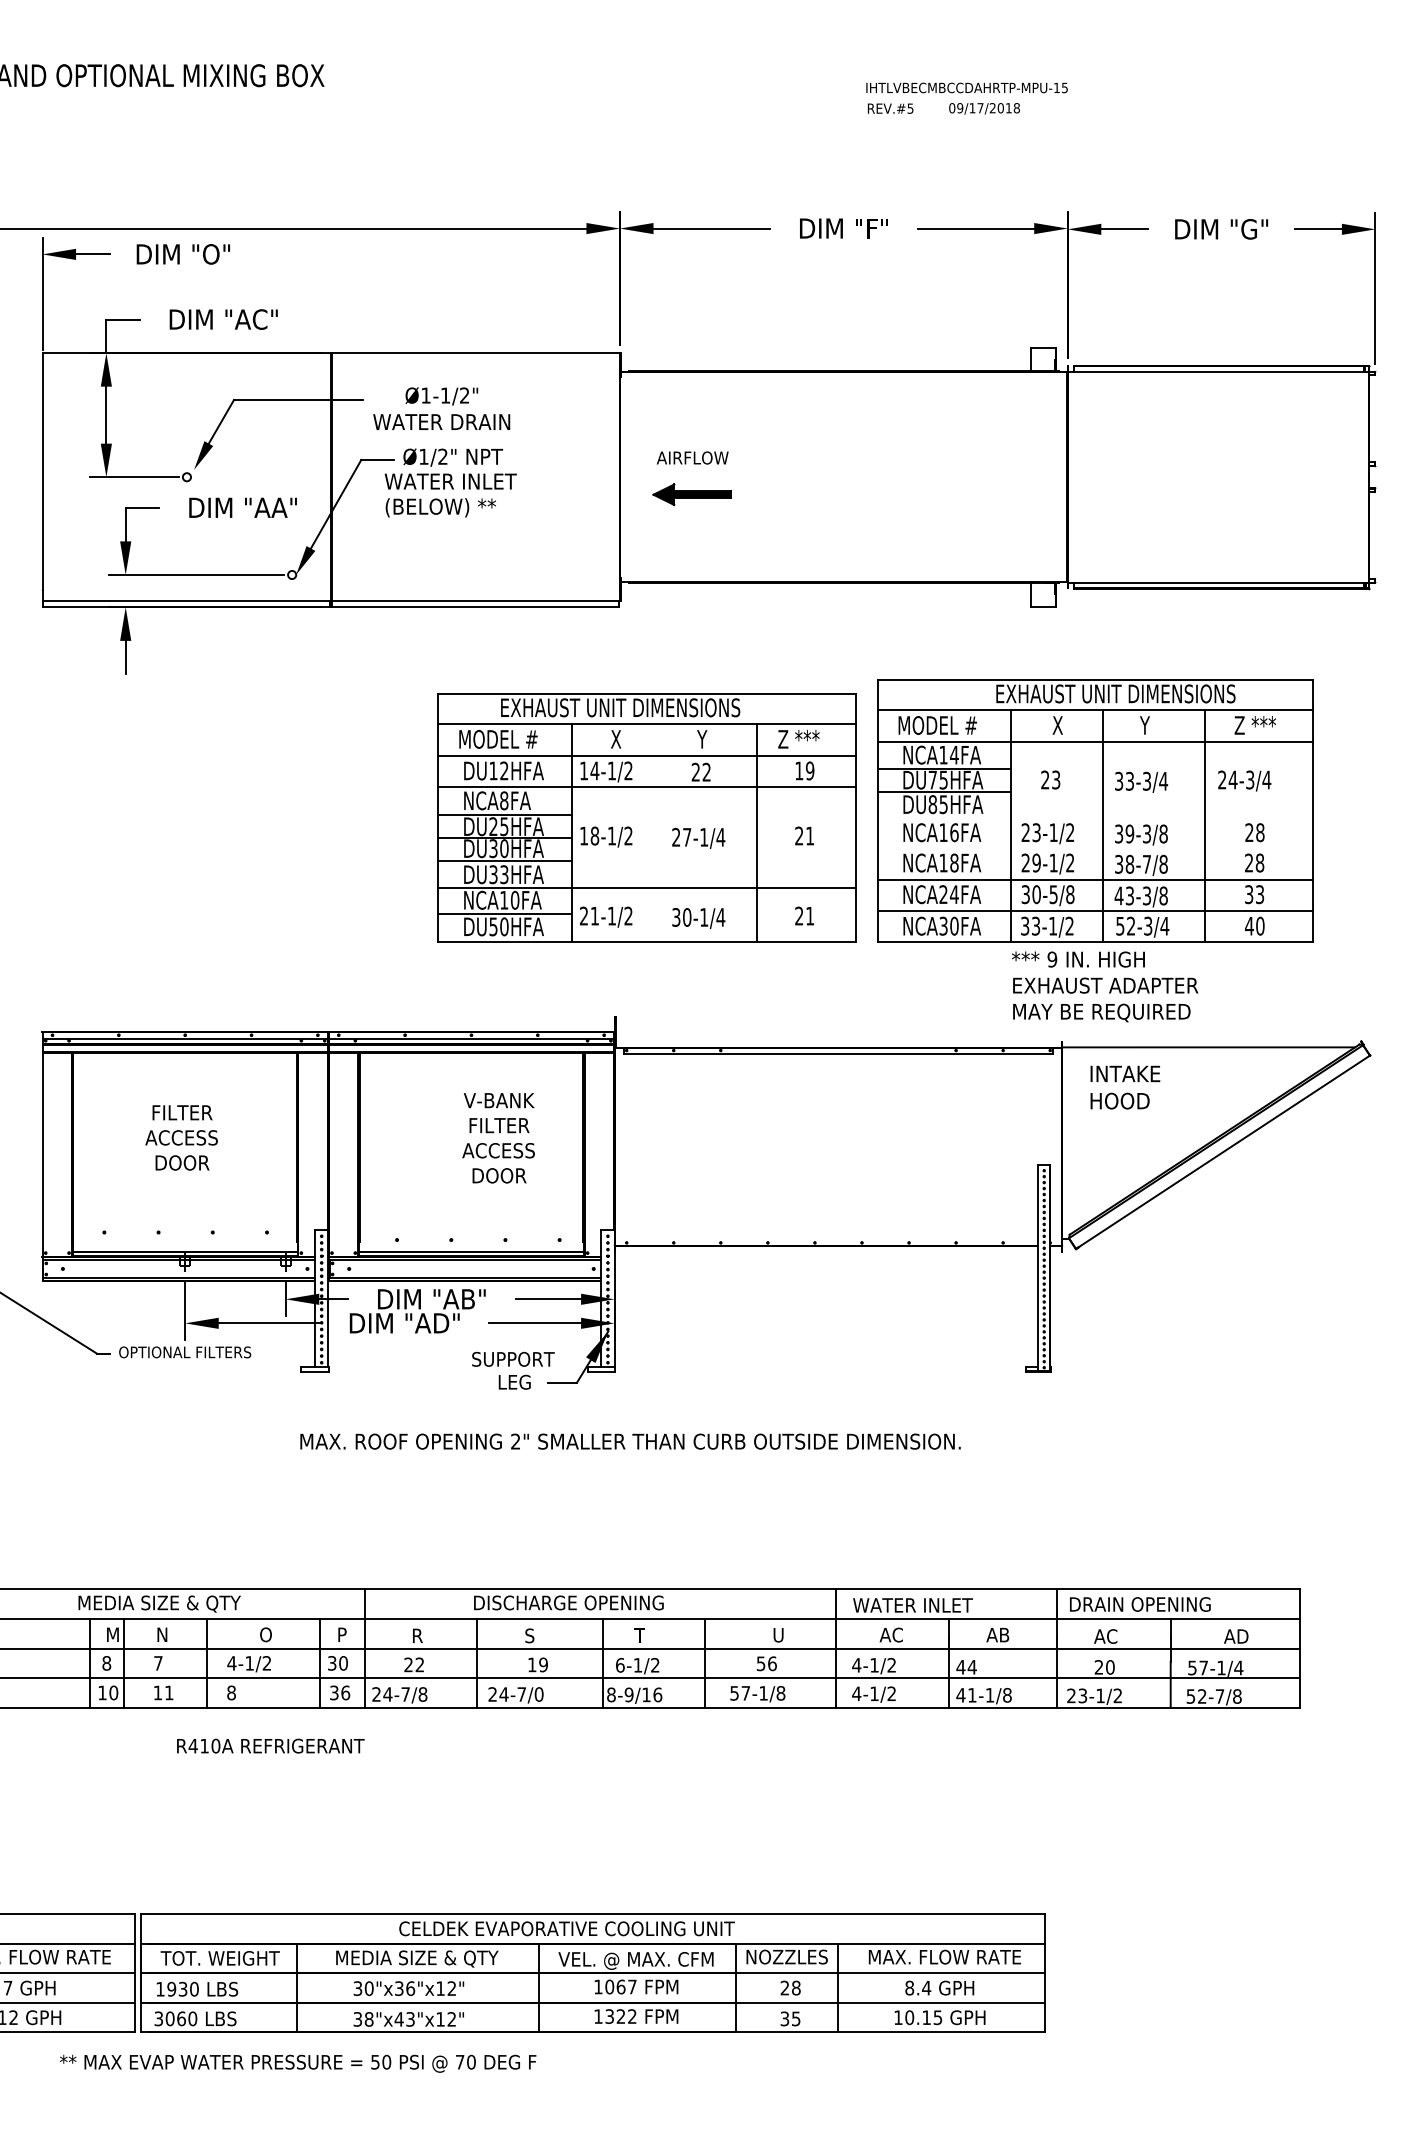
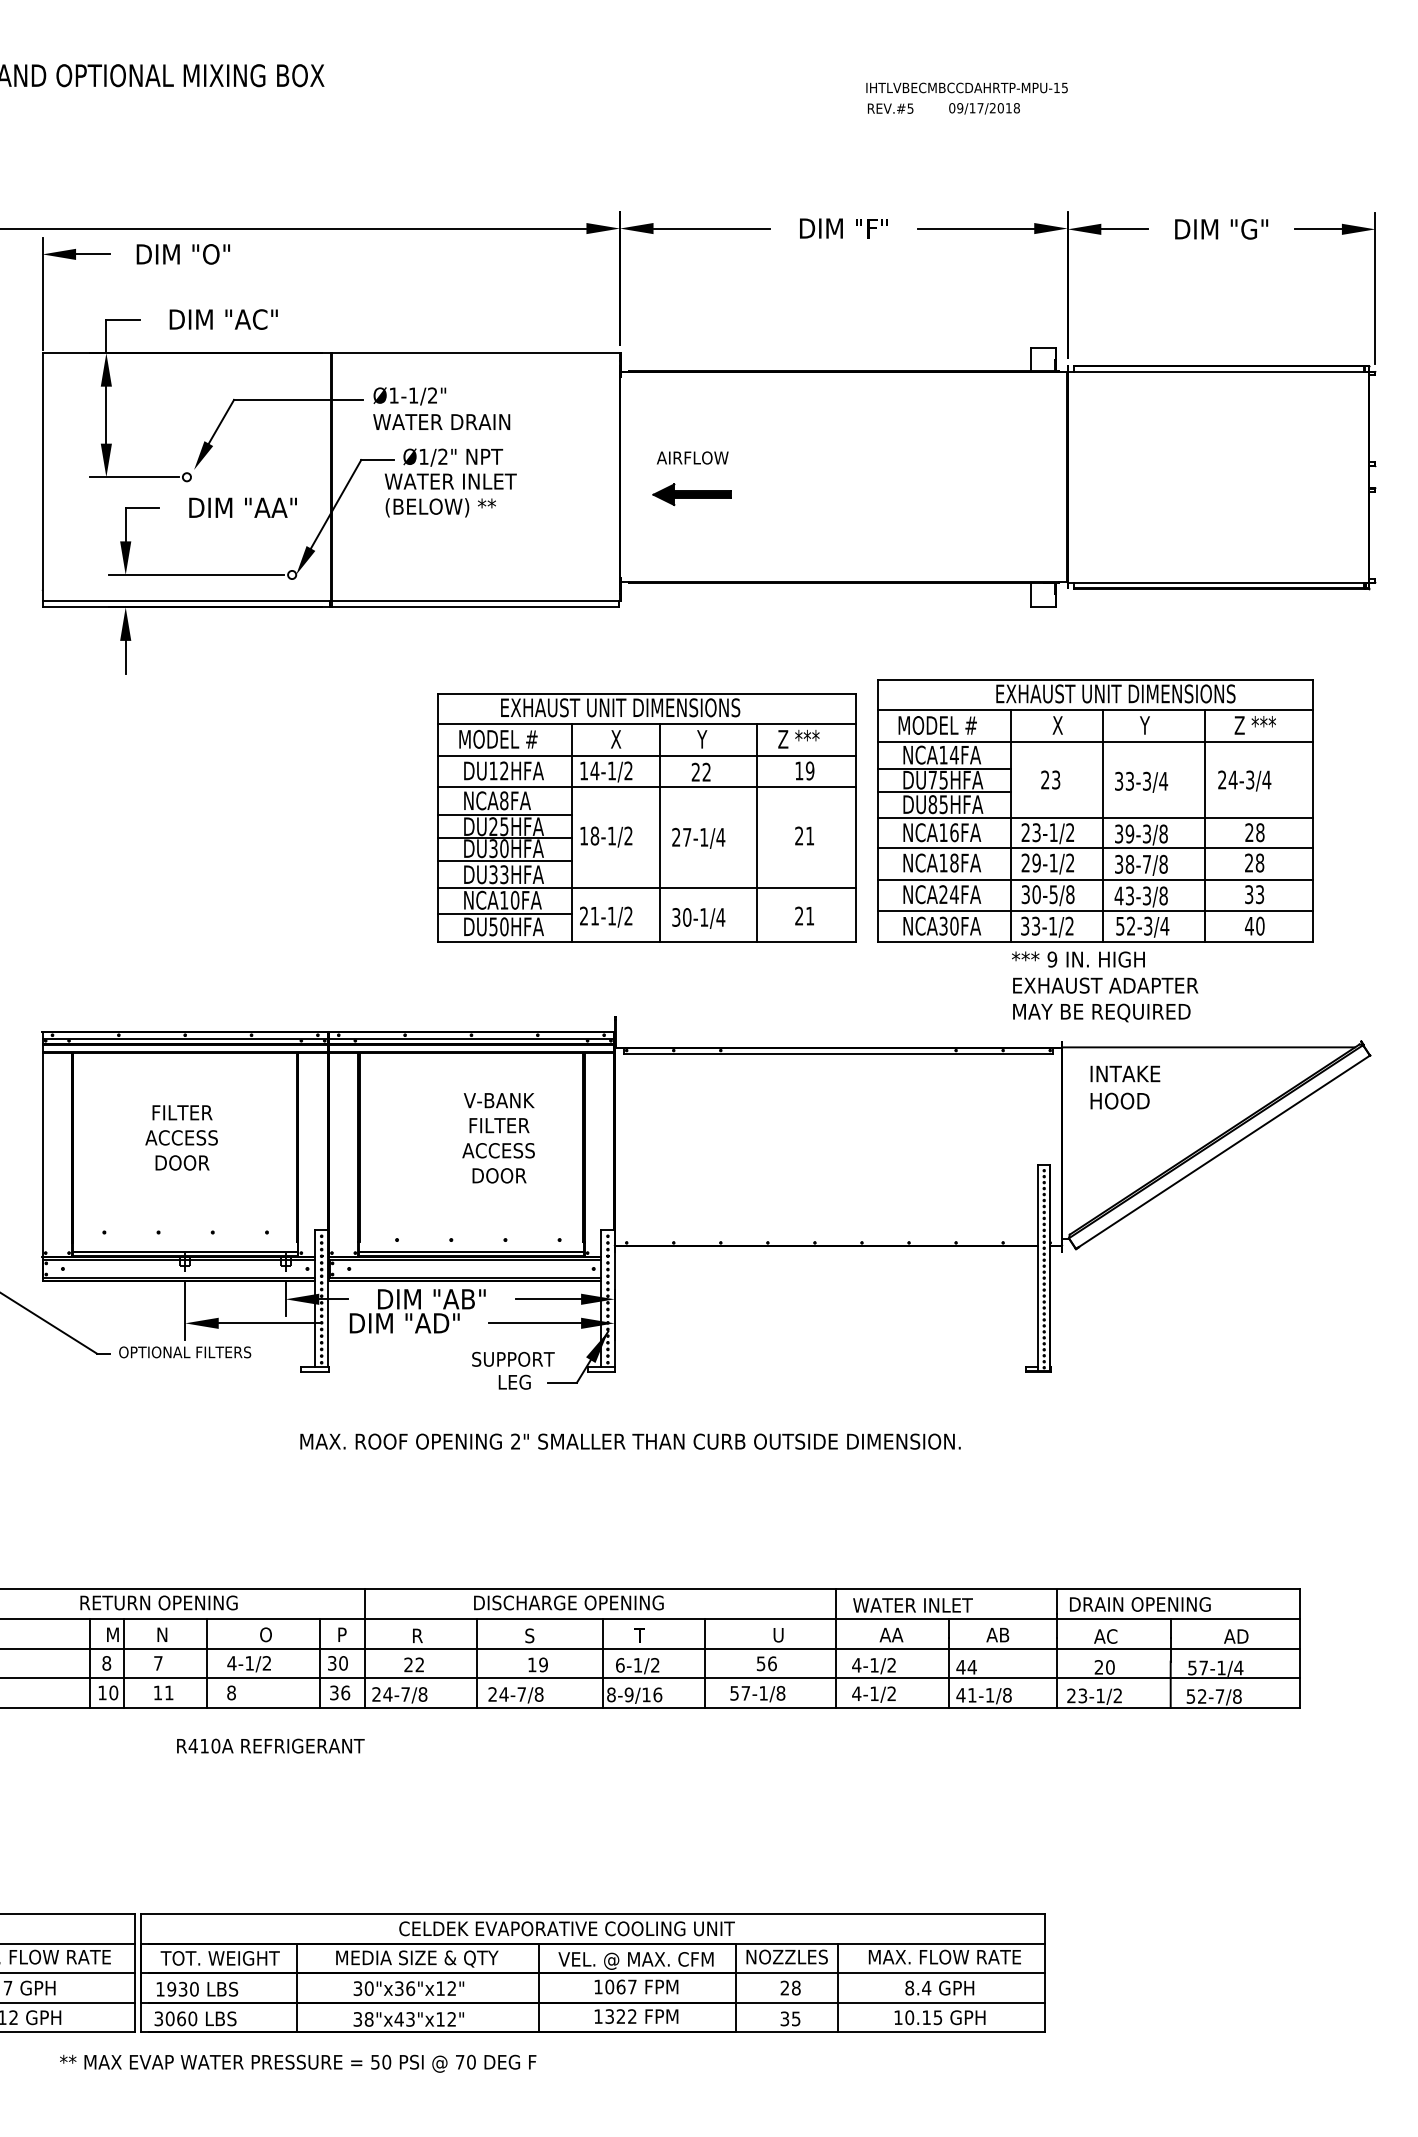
text at (441, 396) position: (441, 396) -> (409, 396)
line at (1094, 817): none -> present
line at (659, 832): none -> present
line at (1094, 848): none -> present
text at (159, 1603): MEDIA SIZE & QTY -> RETURN OPENING
text at (897, 1634): AC -> AA
text at (538, 1694): 24-7/0 -> 24-7/8
